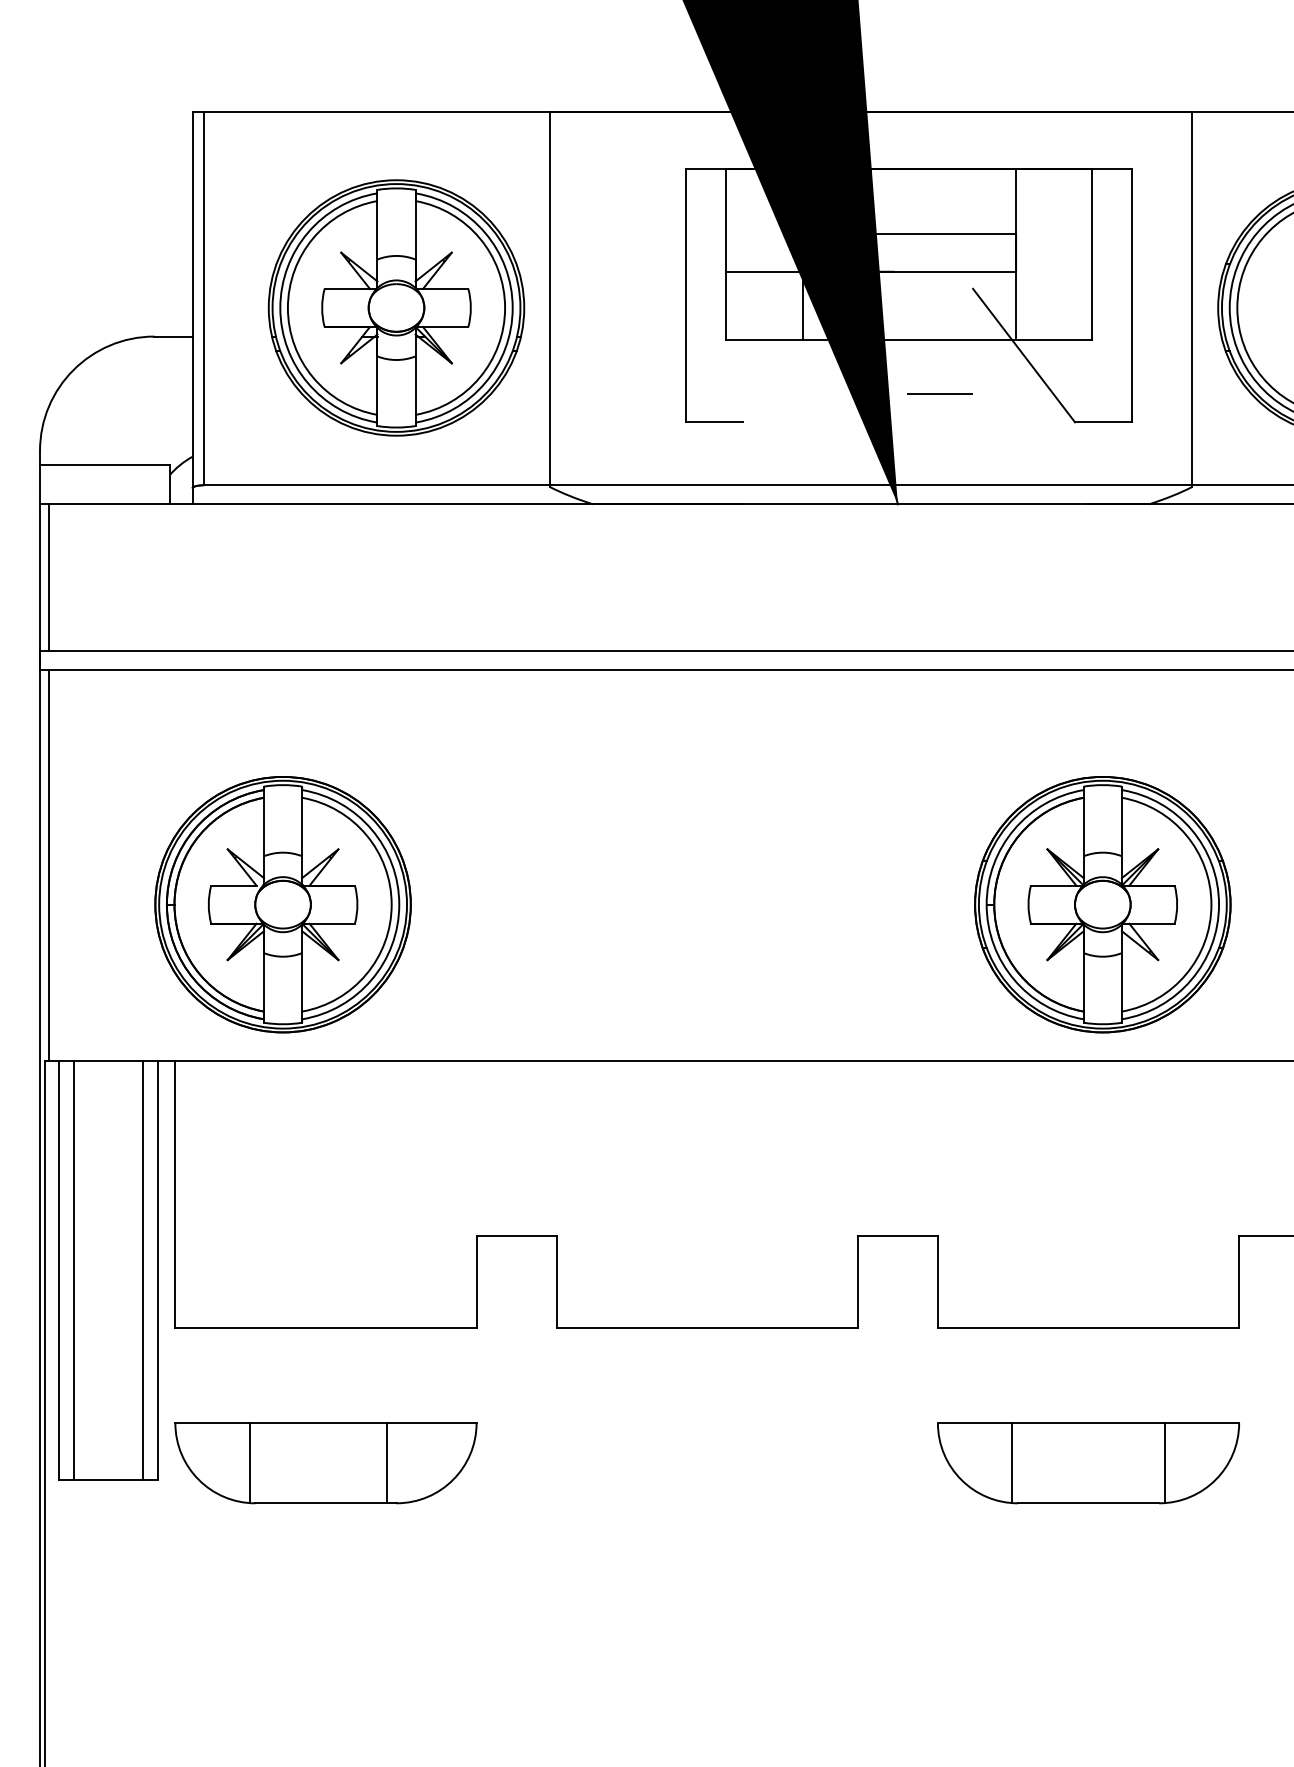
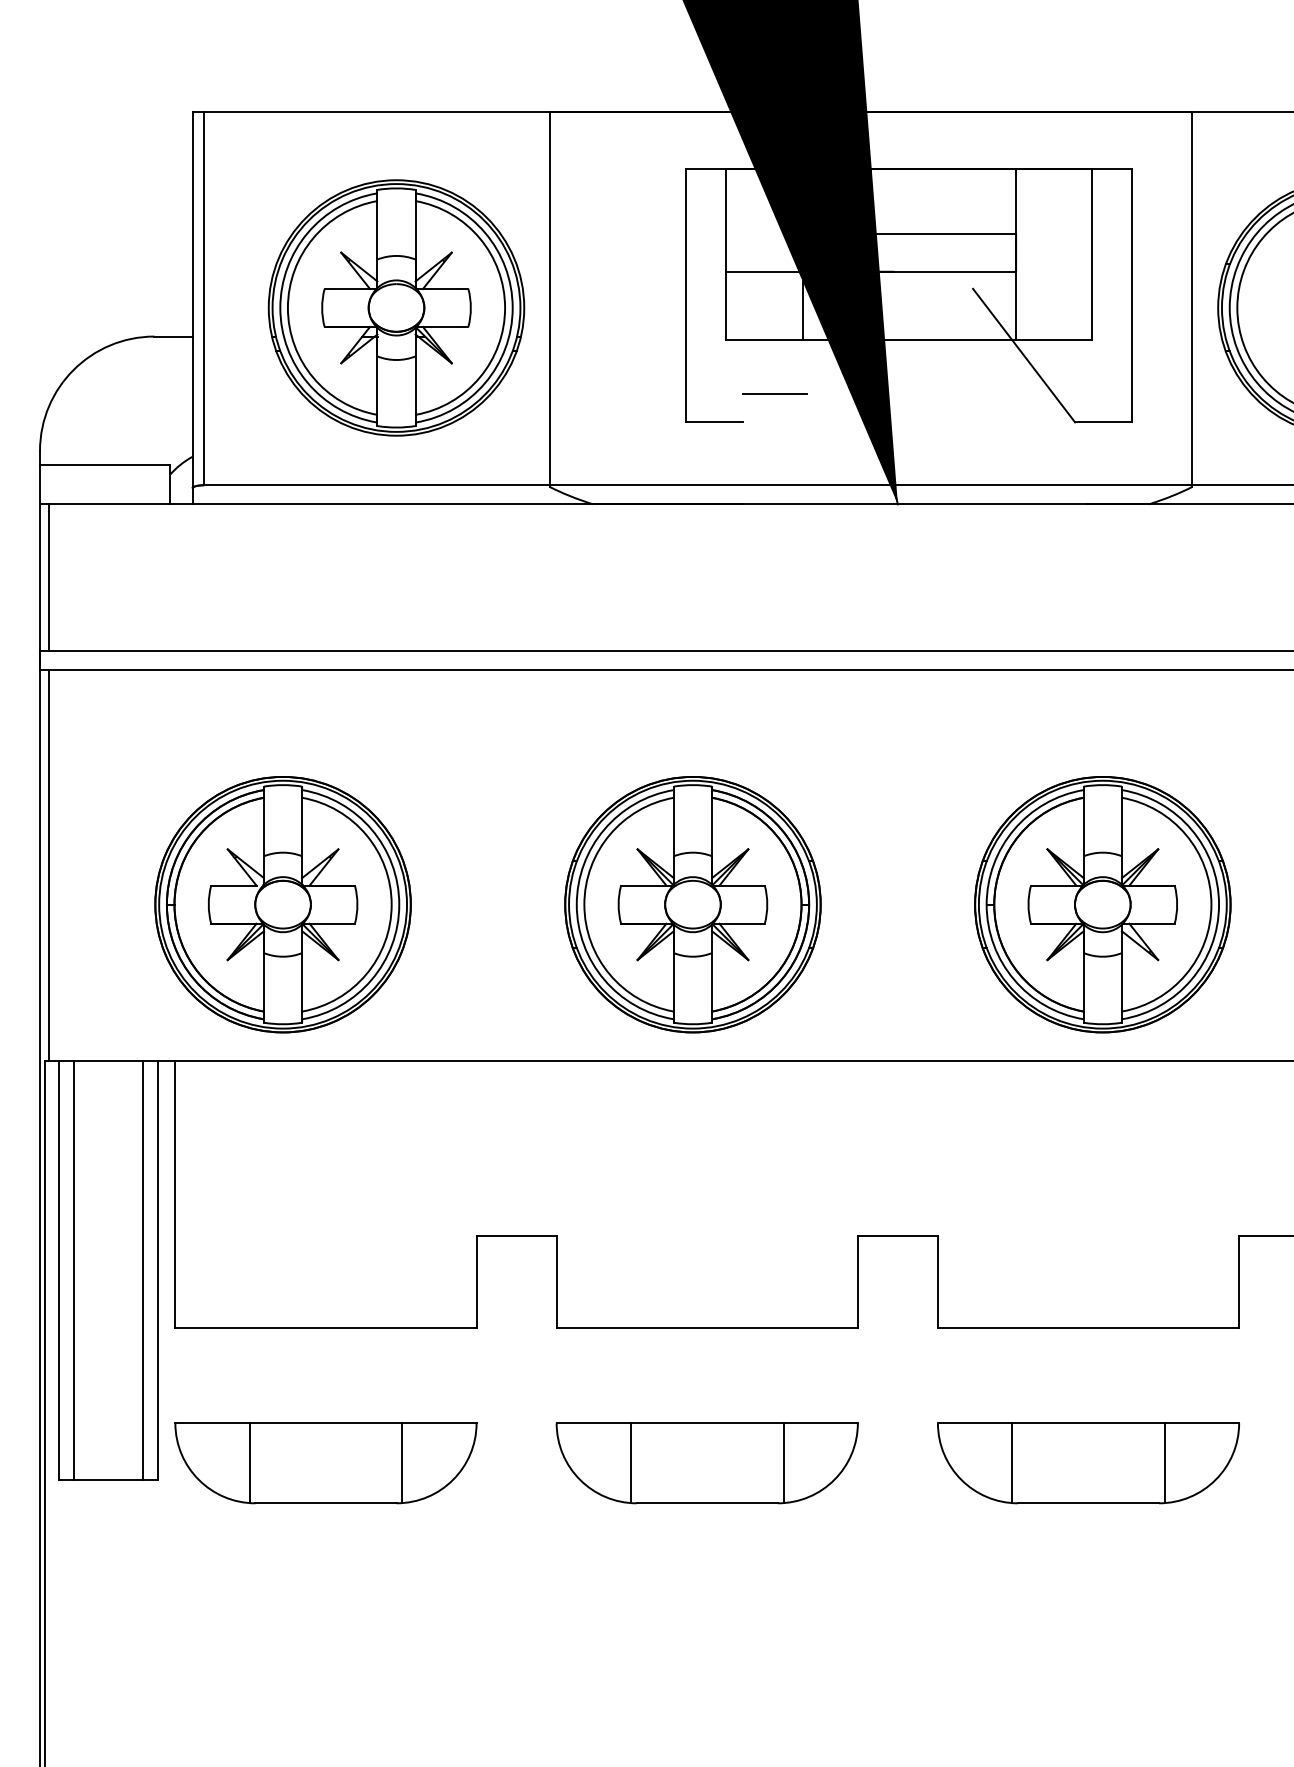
line at (939, 393) position: (939, 393) -> (774, 393)
part at (692, 904): none -> present
line at (387, 1463) position: (387, 1463) -> (402, 1463)
part at (706, 1463): none -> present
